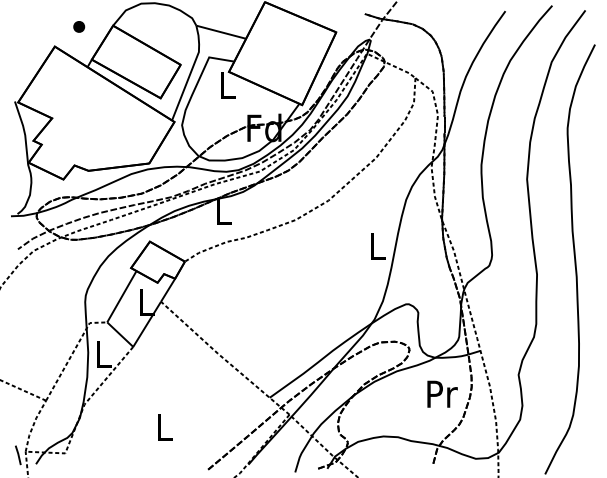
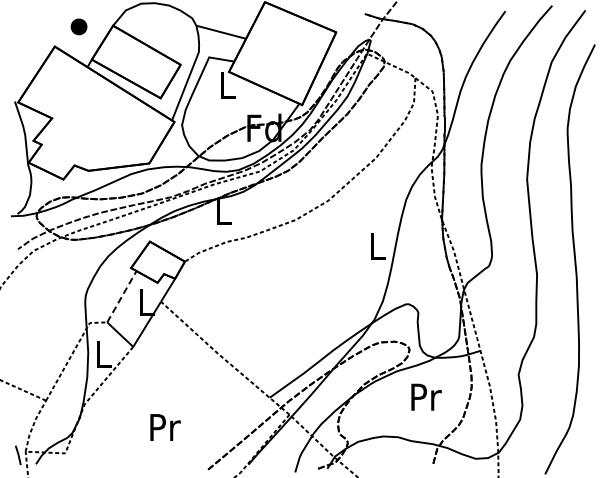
part at (79, 26) size: 13x12 px -> 18x18 px
line at (121, 296): solid -> dashed
text at (442, 393) position: (442, 393) -> (426, 396)
text at (165, 427): L -> Pr
